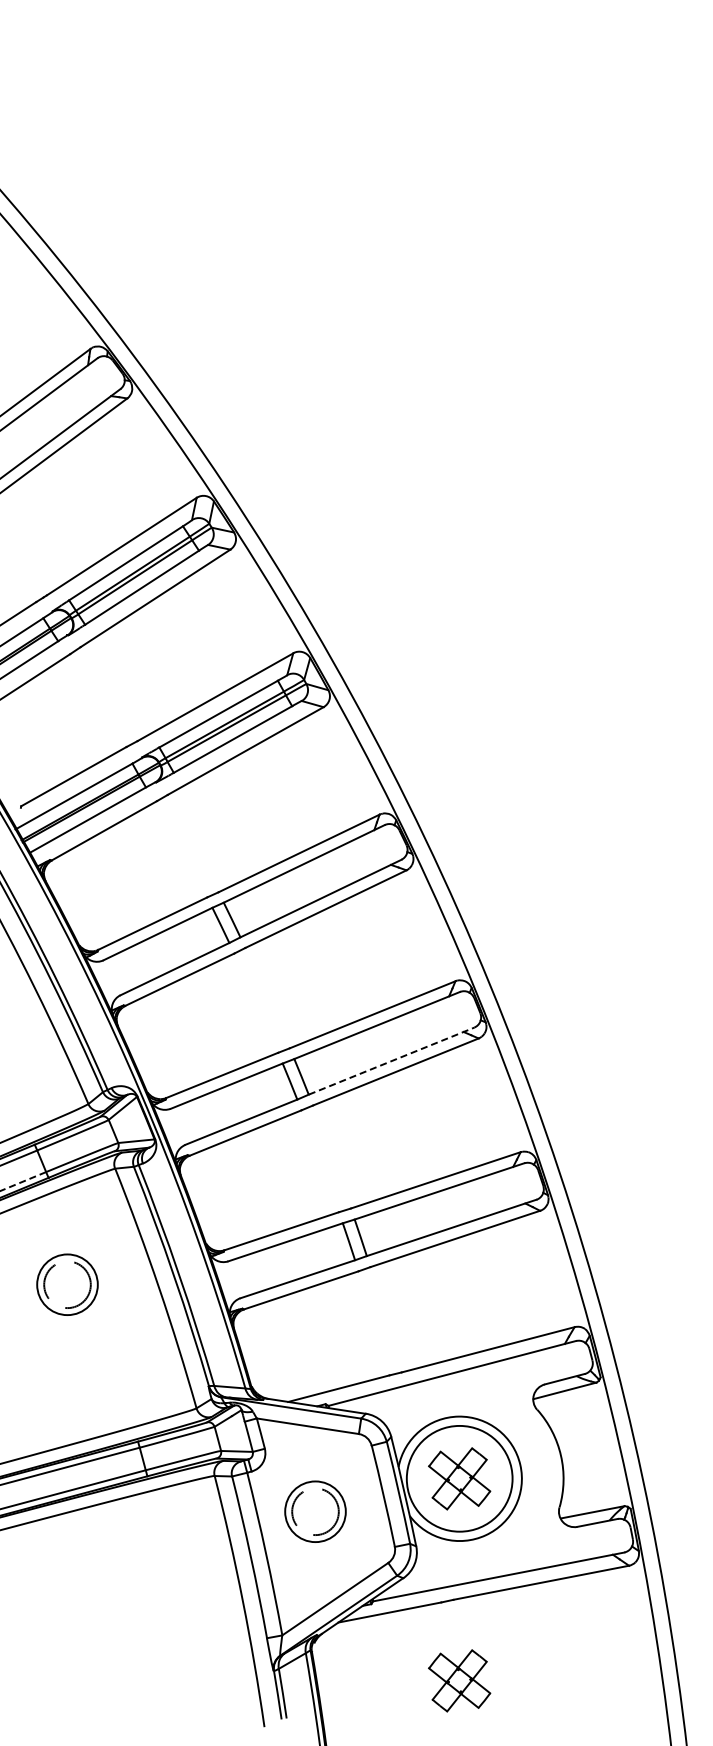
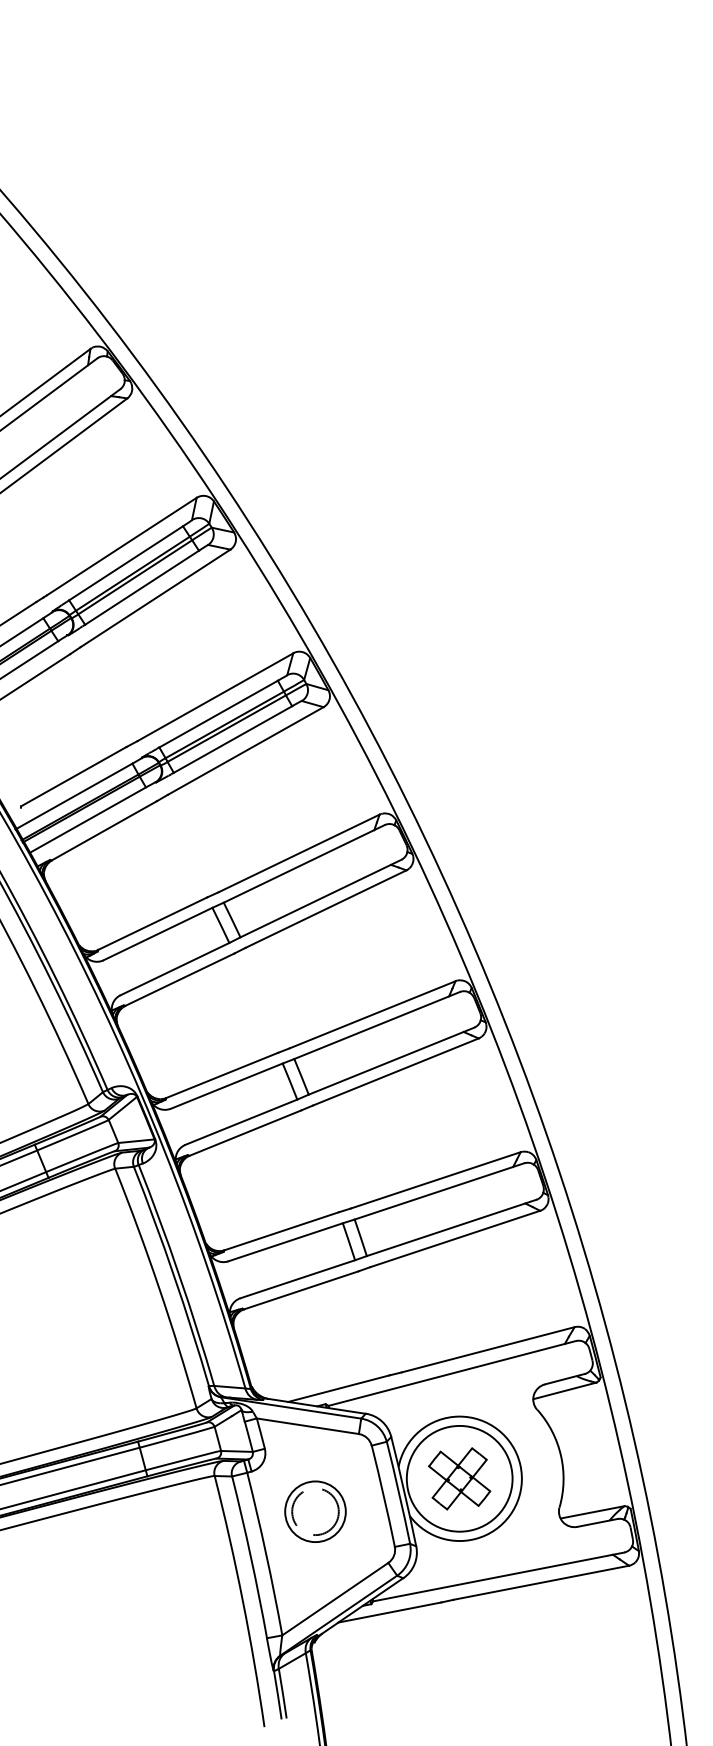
line at (392, 1060): dashed -> solid
line at (23, 1181): dashed -> solid
part at (67, 1284): present -> none
part at (459, 1680): present -> none
